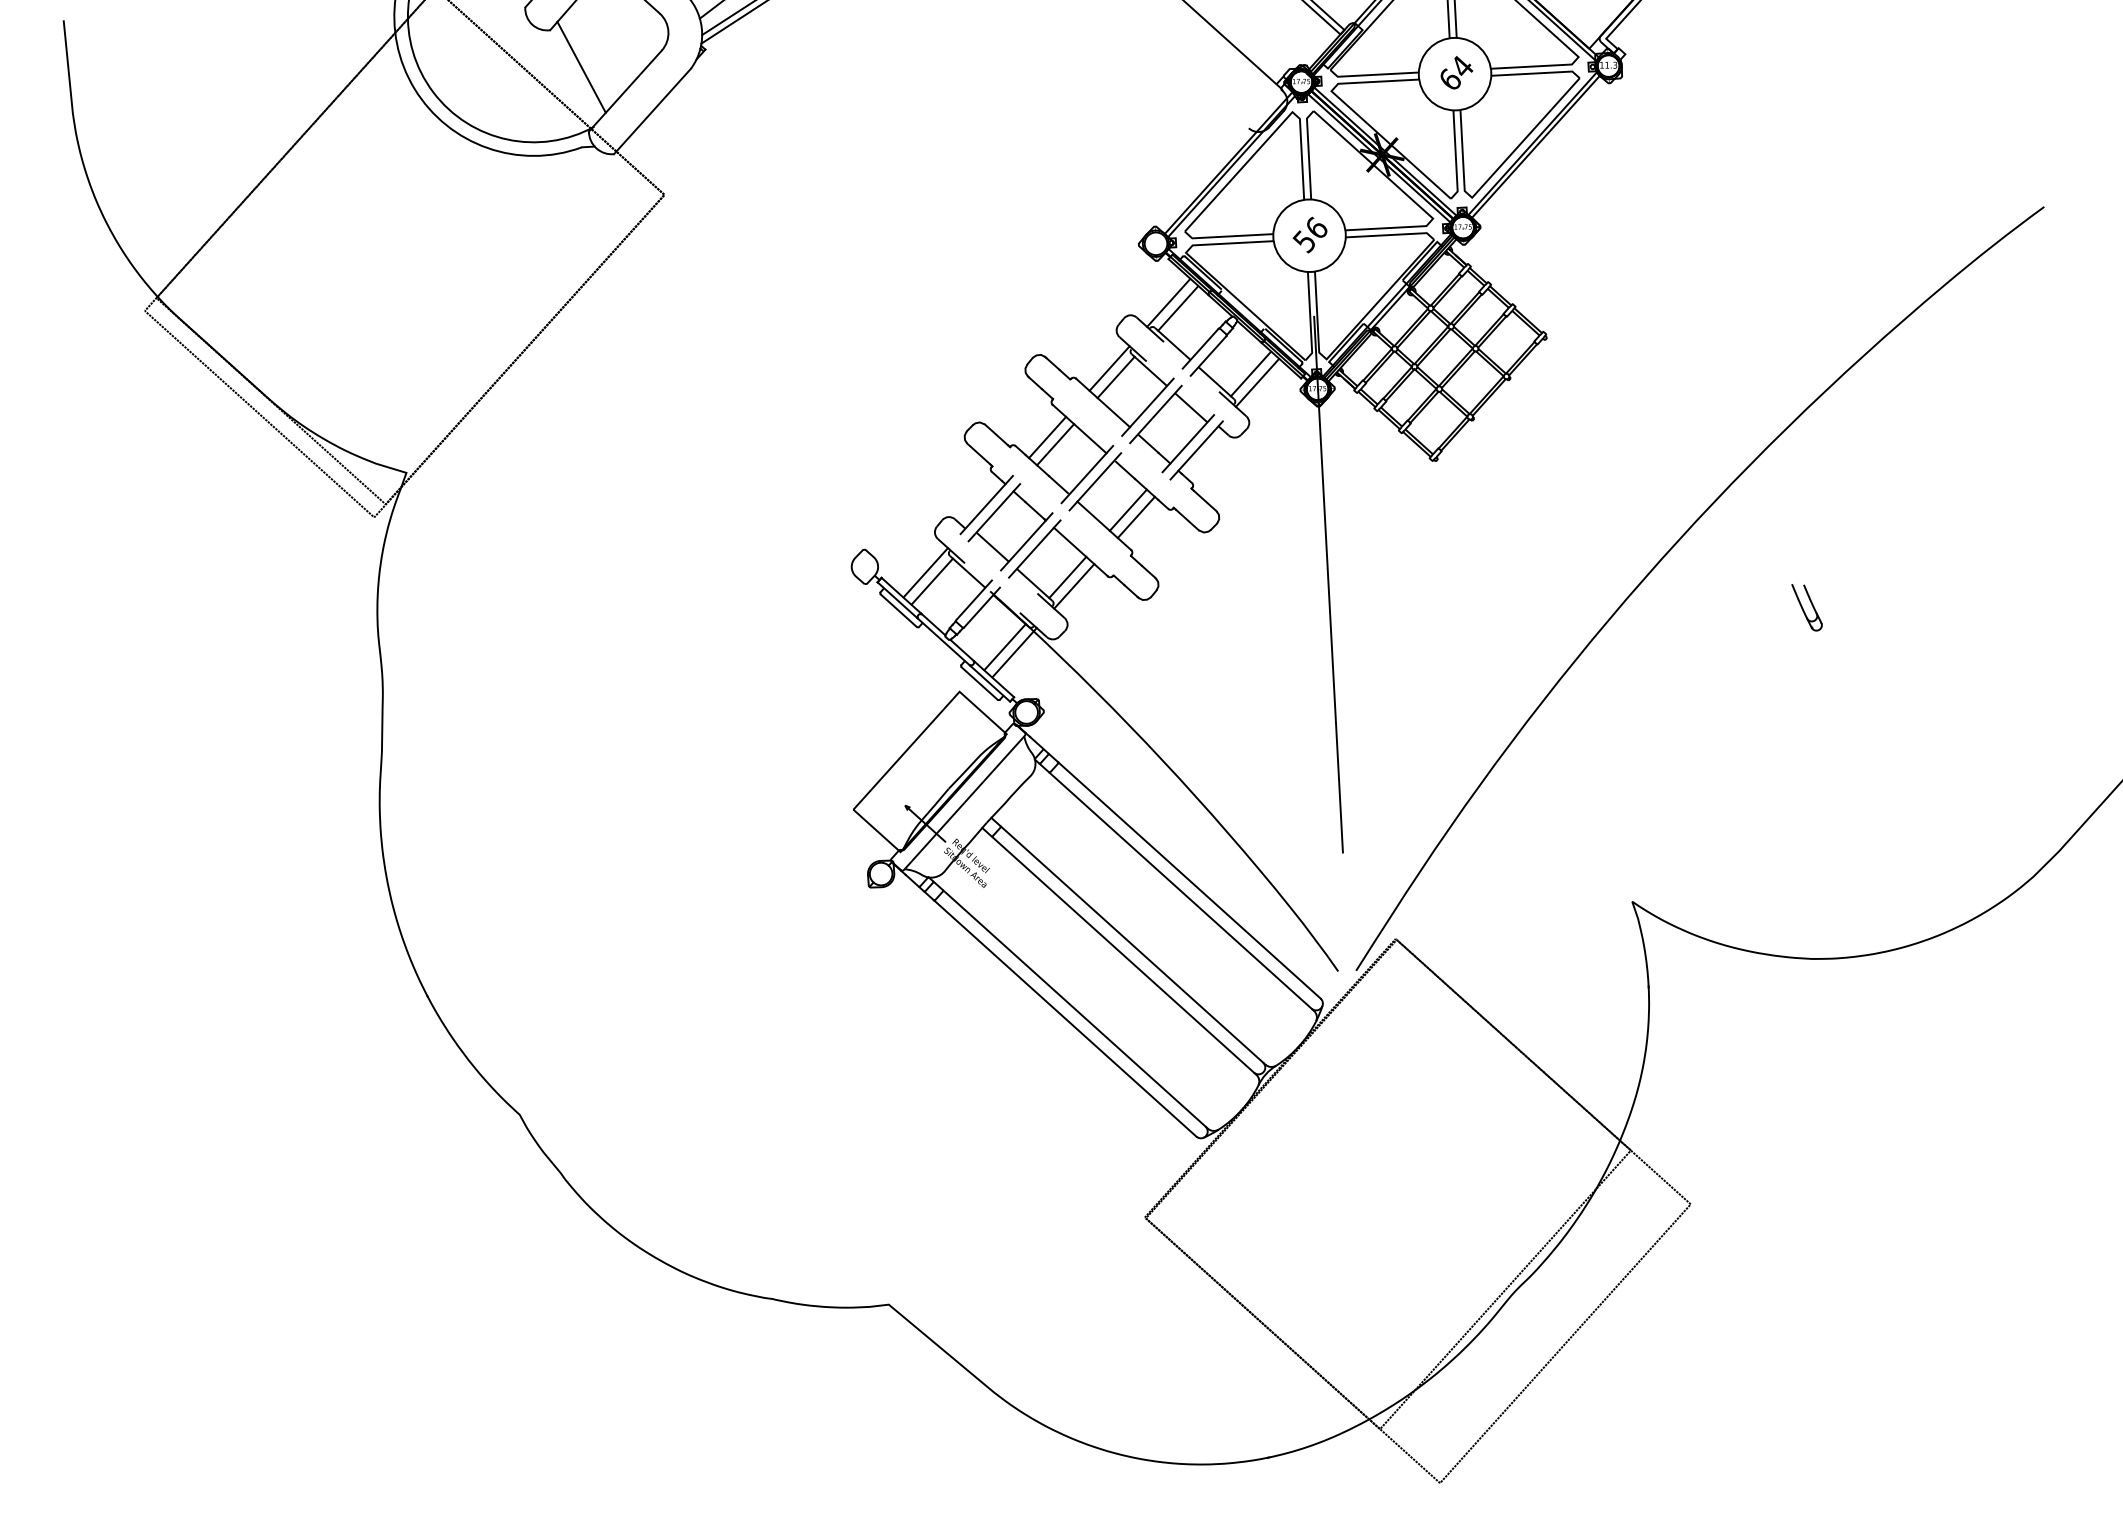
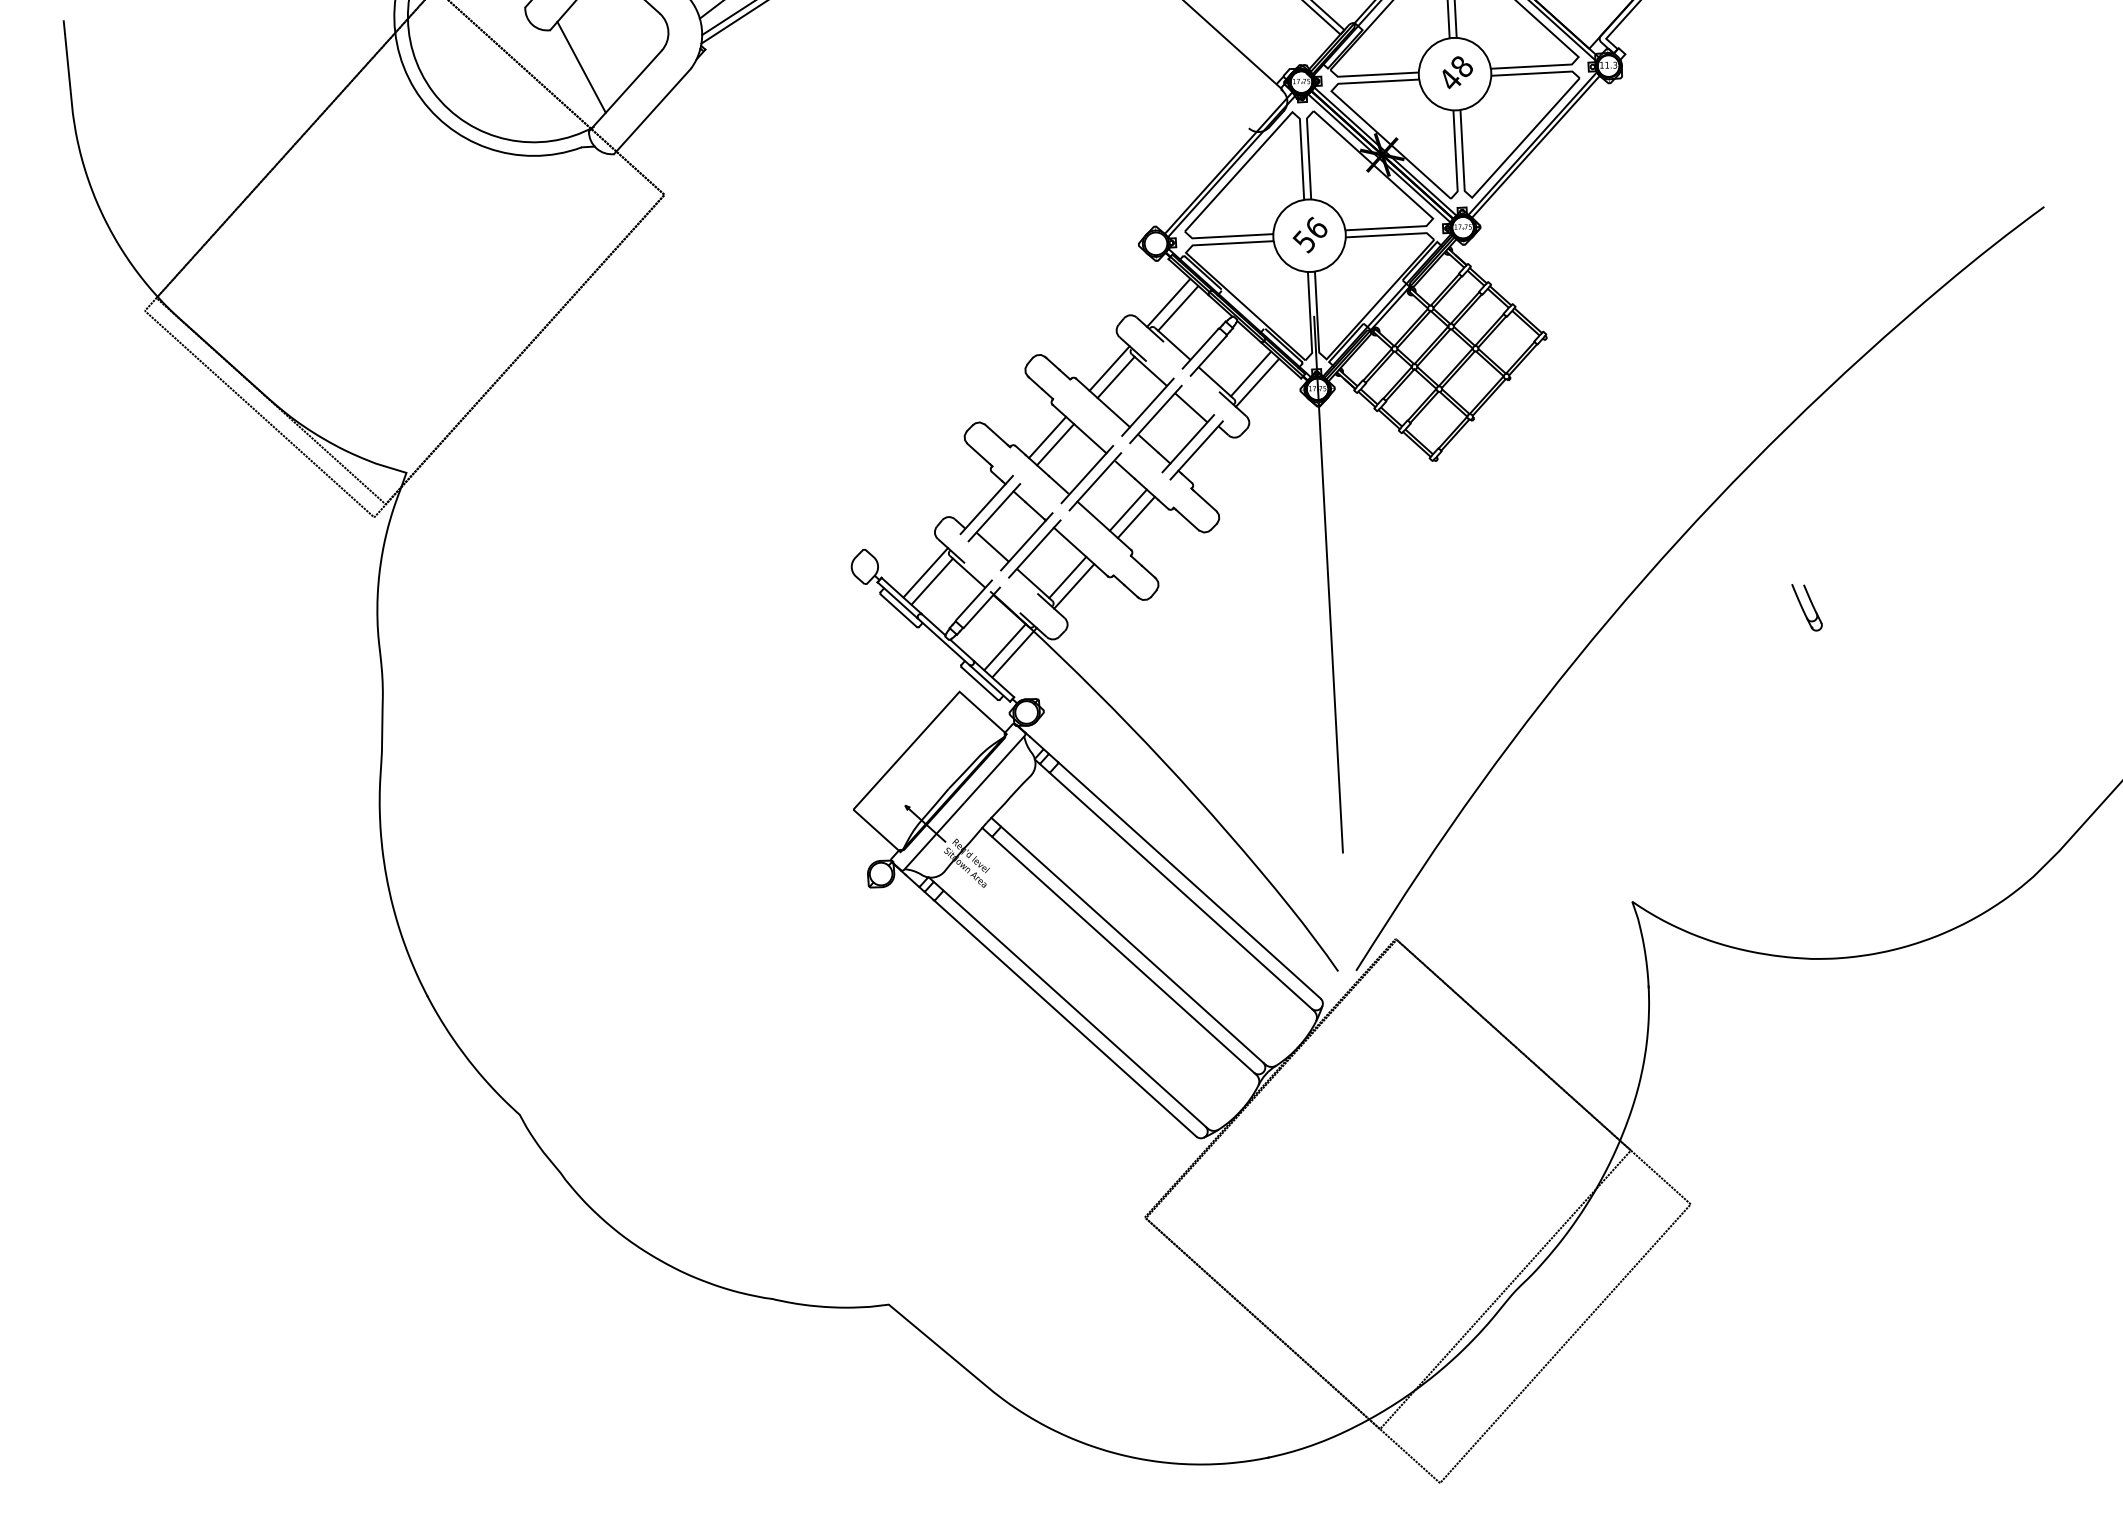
text at (1456, 72): 64 -> 48
